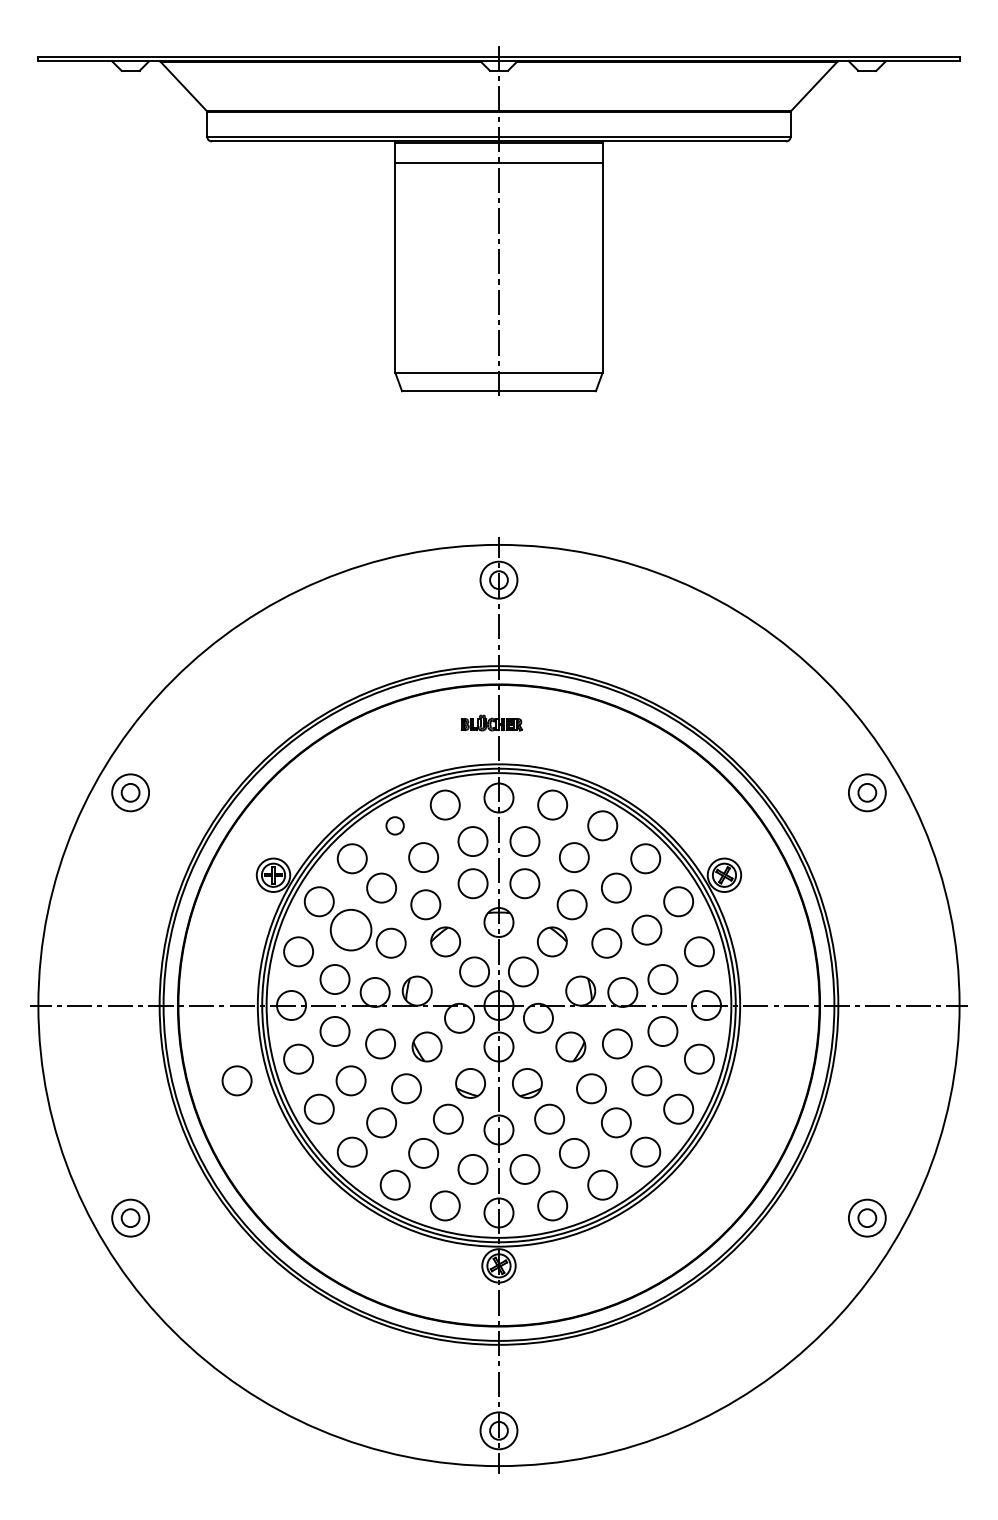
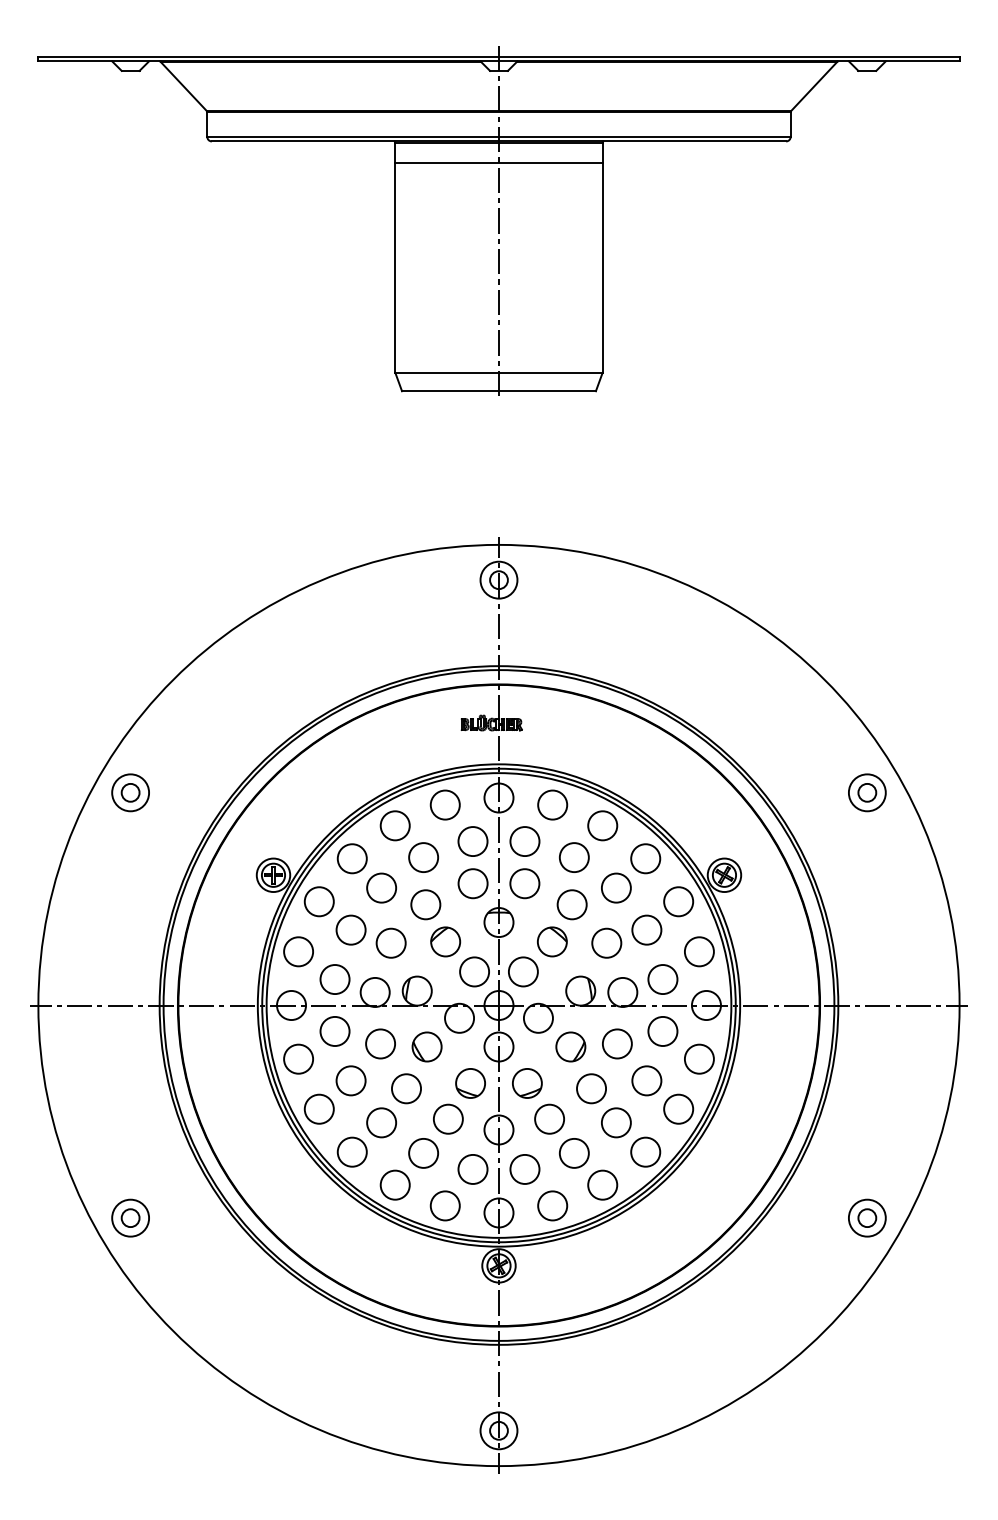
circle at (394, 825) size: 20x20 px -> 32x32 px
circle at (350, 929) diameter: 41 px -> 29 px
circle at (236, 1080): present -> none
